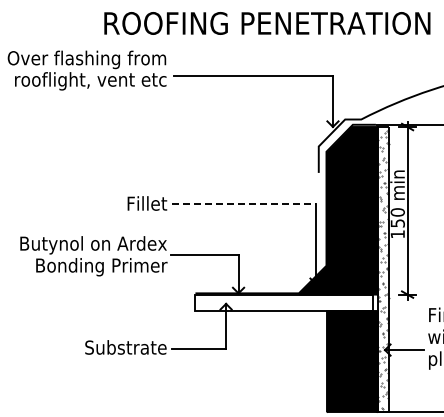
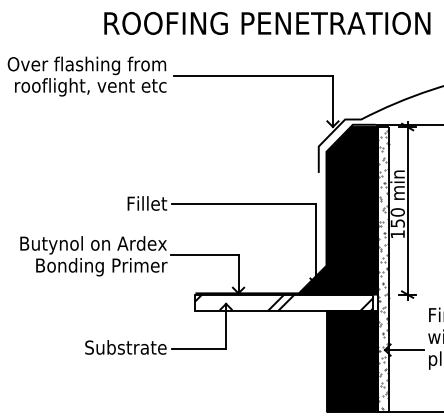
text at (86, 70) position: (86, 70) -> (86, 76)
line at (244, 203): dashed -> solid
hatch at (284, 302): none -> present
